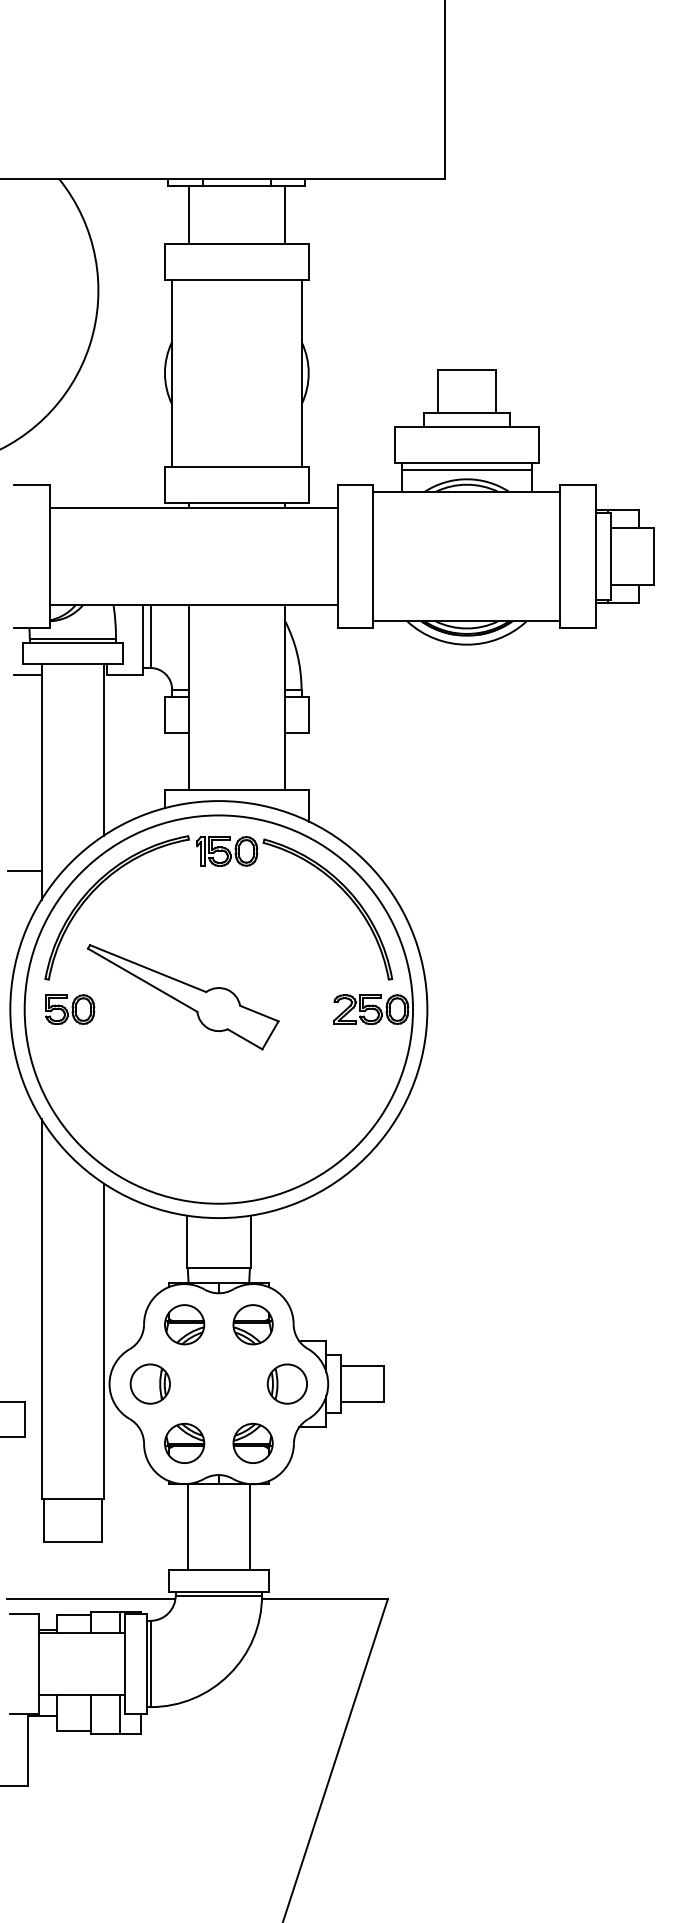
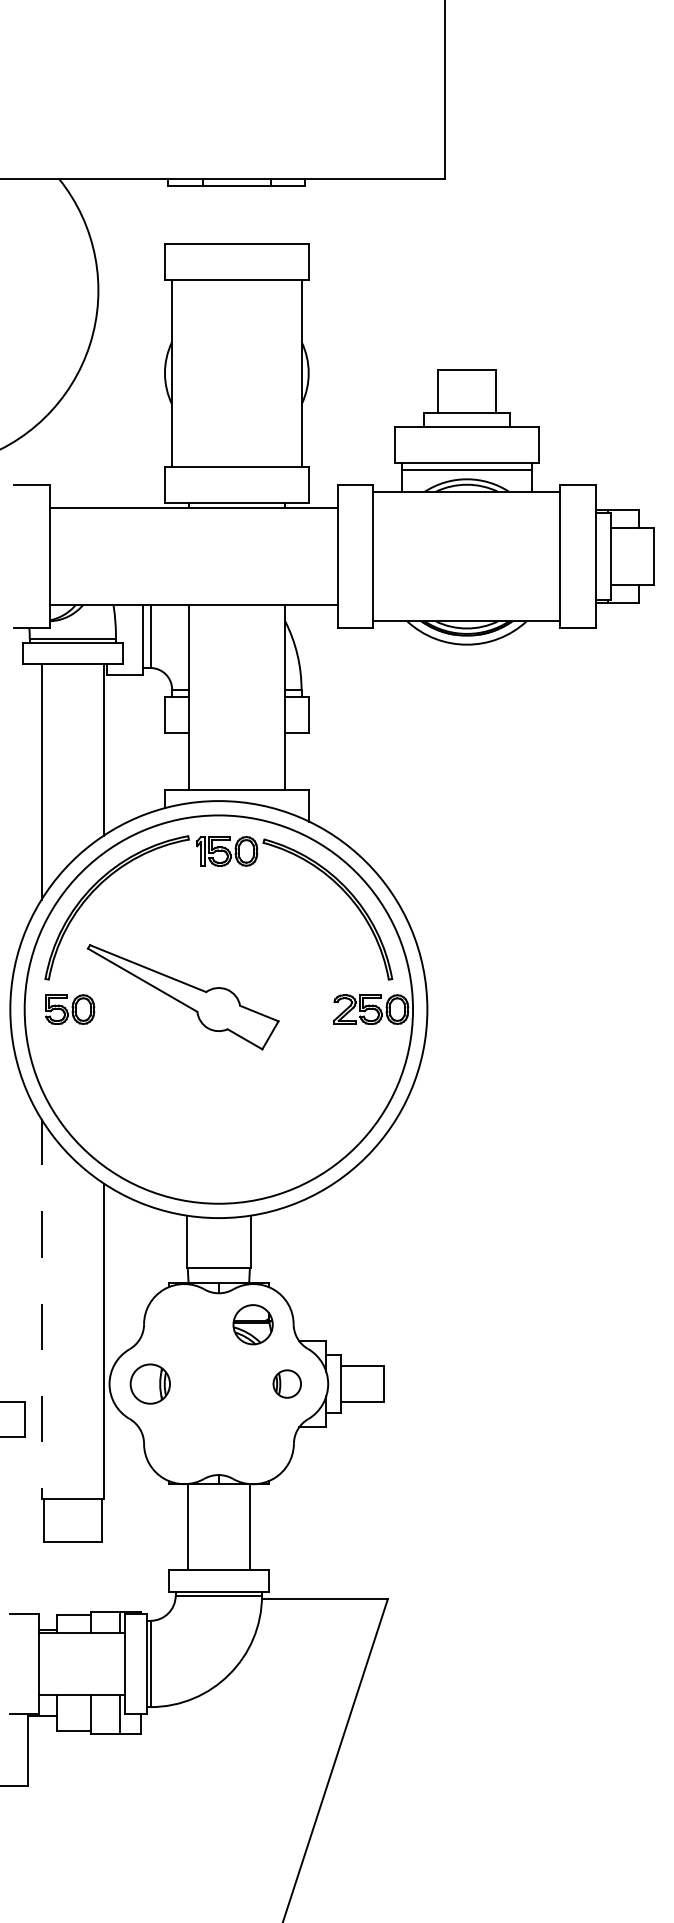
line at (188, 214): present -> none
line at (285, 214): present -> none
line at (27, 675): present -> none
line at (24, 871): present -> none
line at (41, 1309): solid -> dashed
part at (184, 1324): present -> none
part at (286, 1383) size: 42x42 px -> 30x30 px
part at (184, 1442): present -> none
part at (252, 1442): present -> none
line at (90, 1599): present -> none
